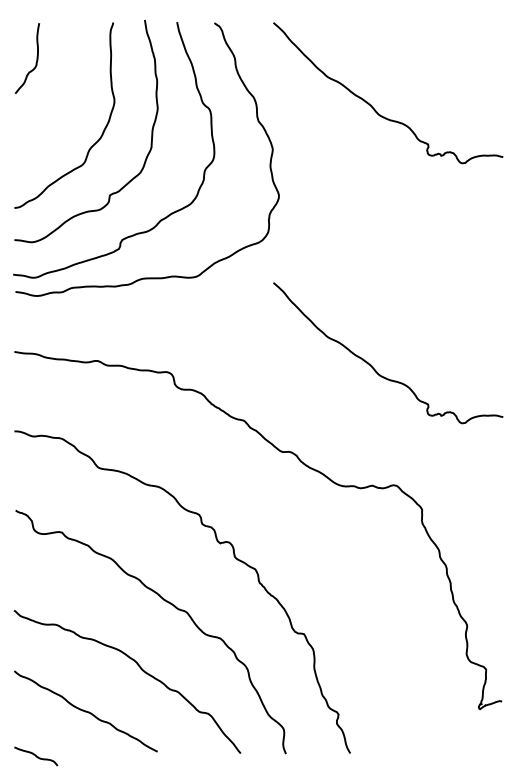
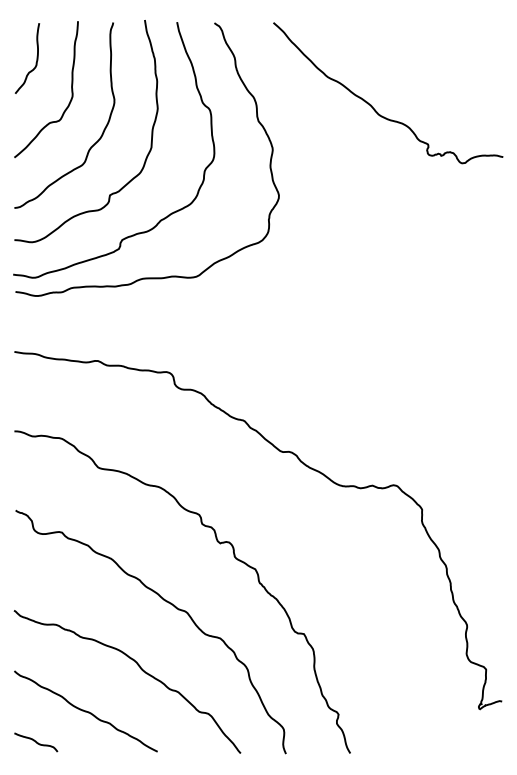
curve at (71, 89): none -> present
curve at (372, 365): present -> none
curve at (36, 756) position: (36, 756) -> (36, 742)
